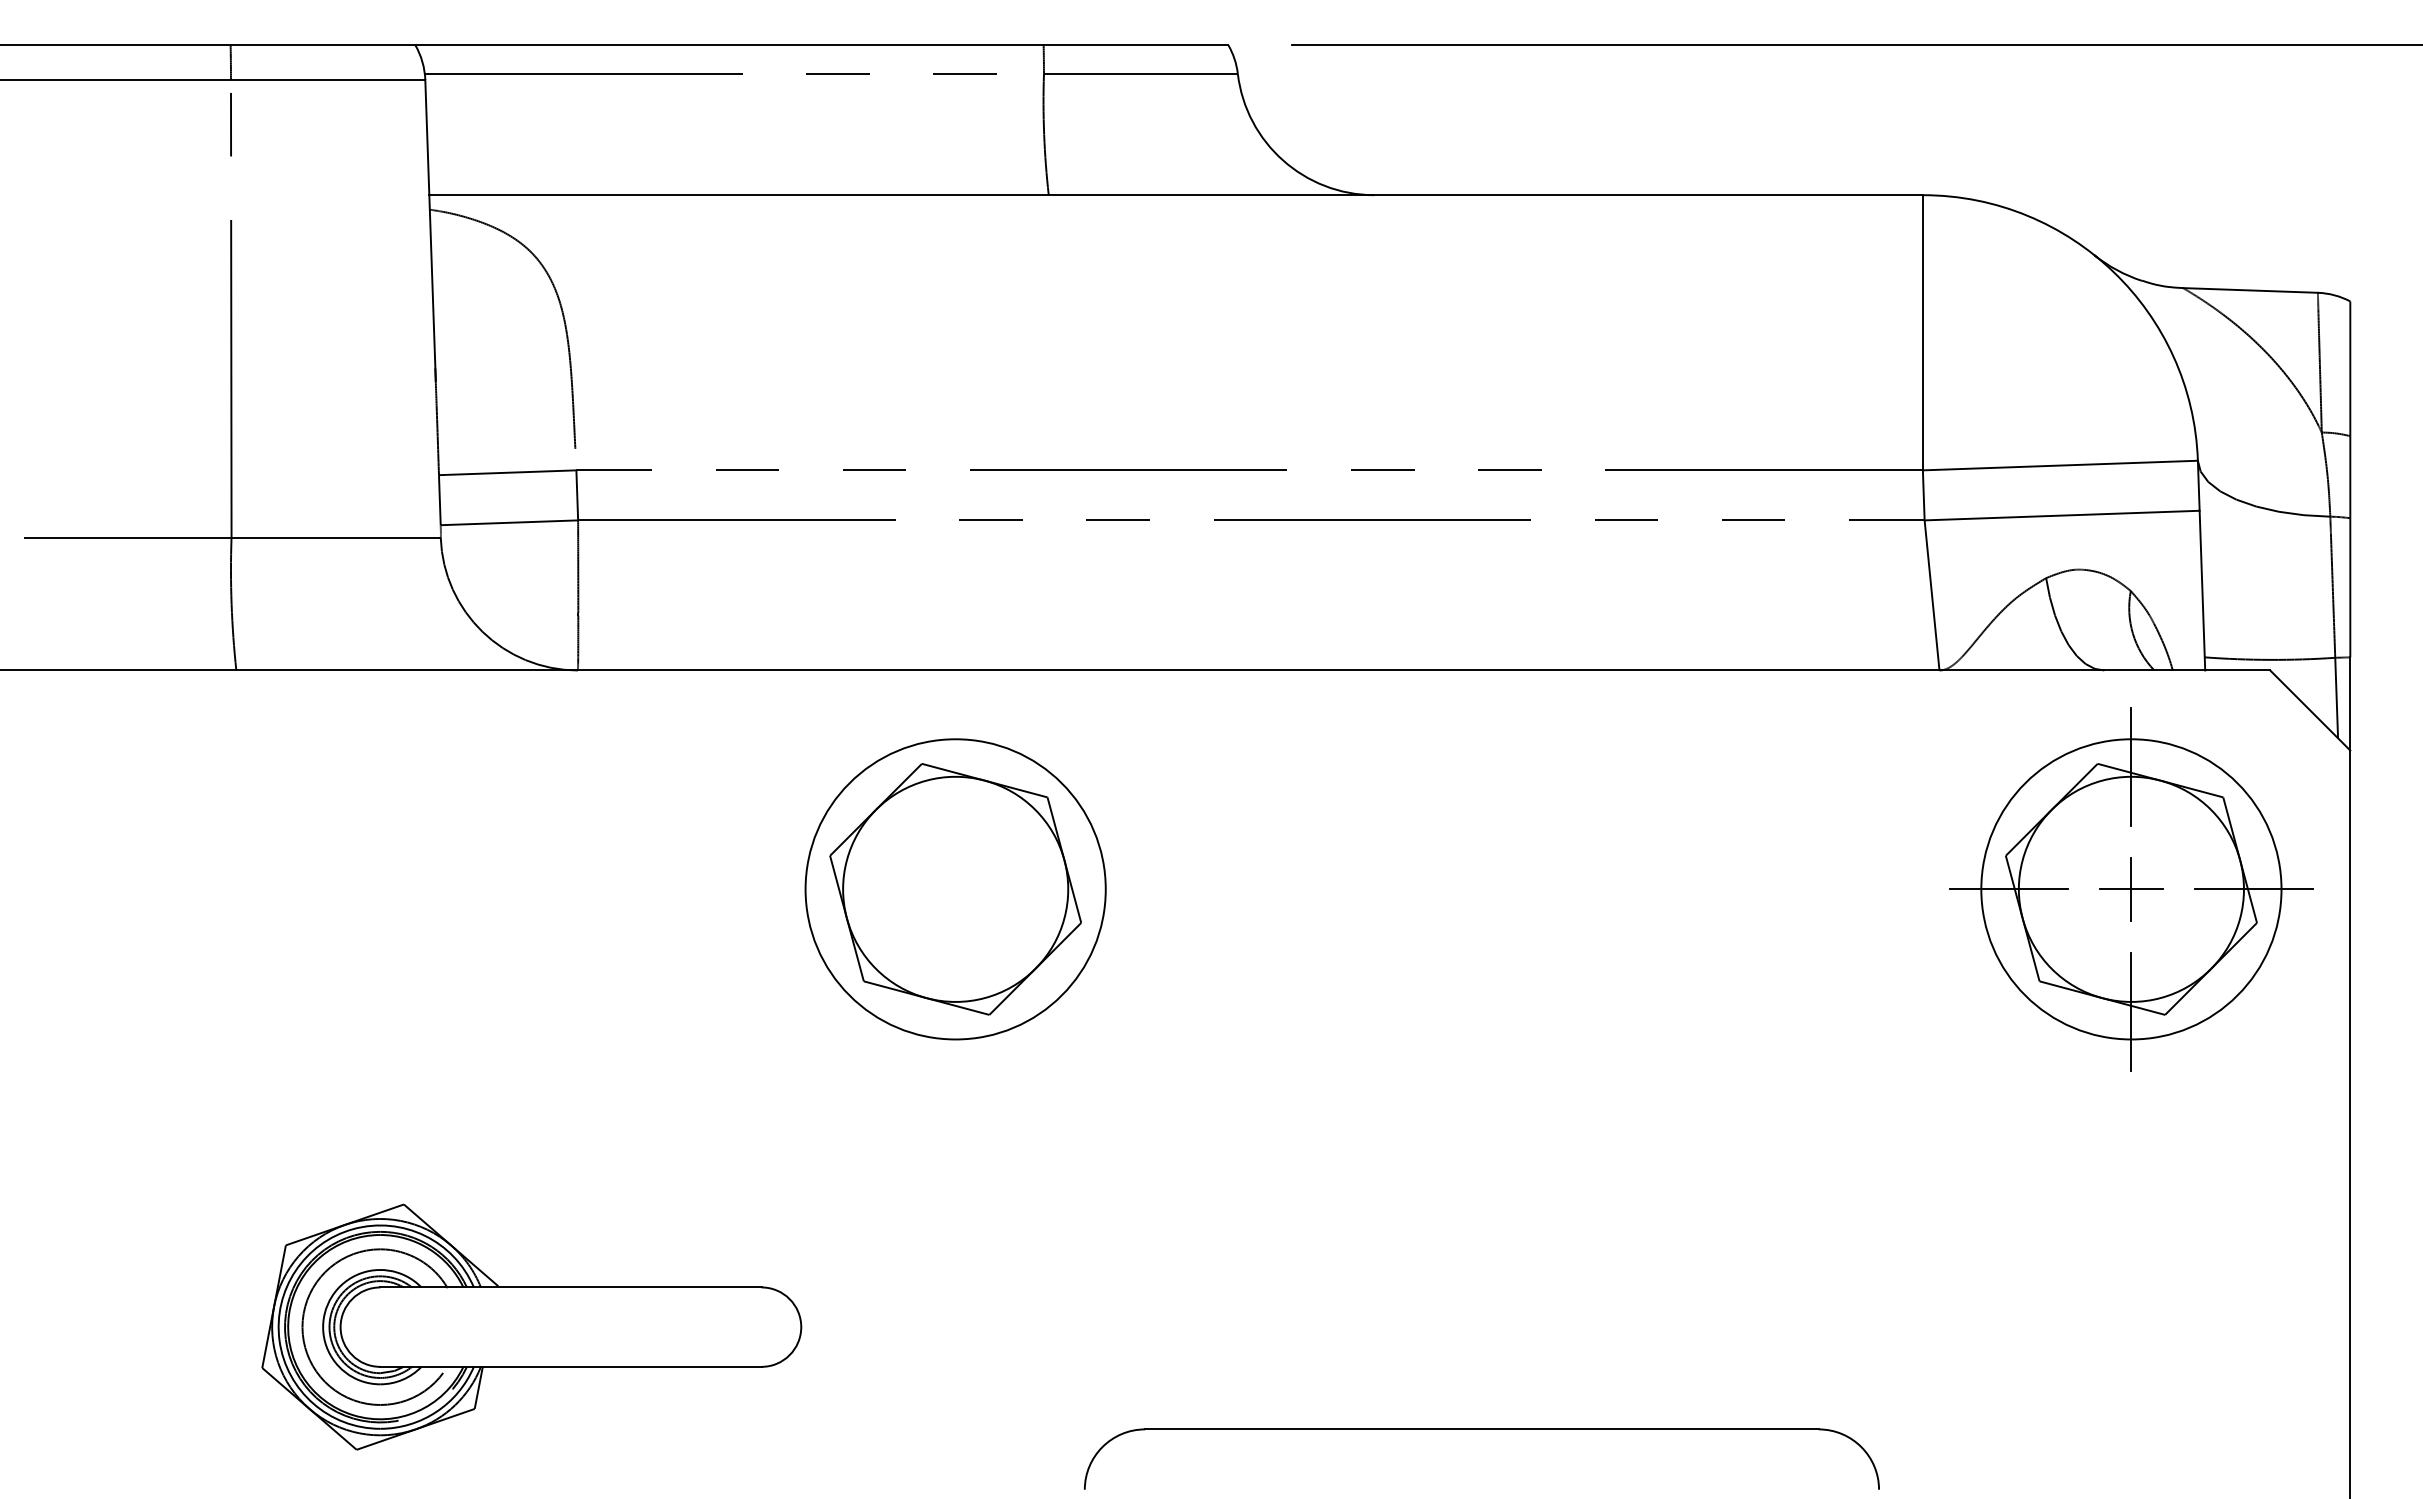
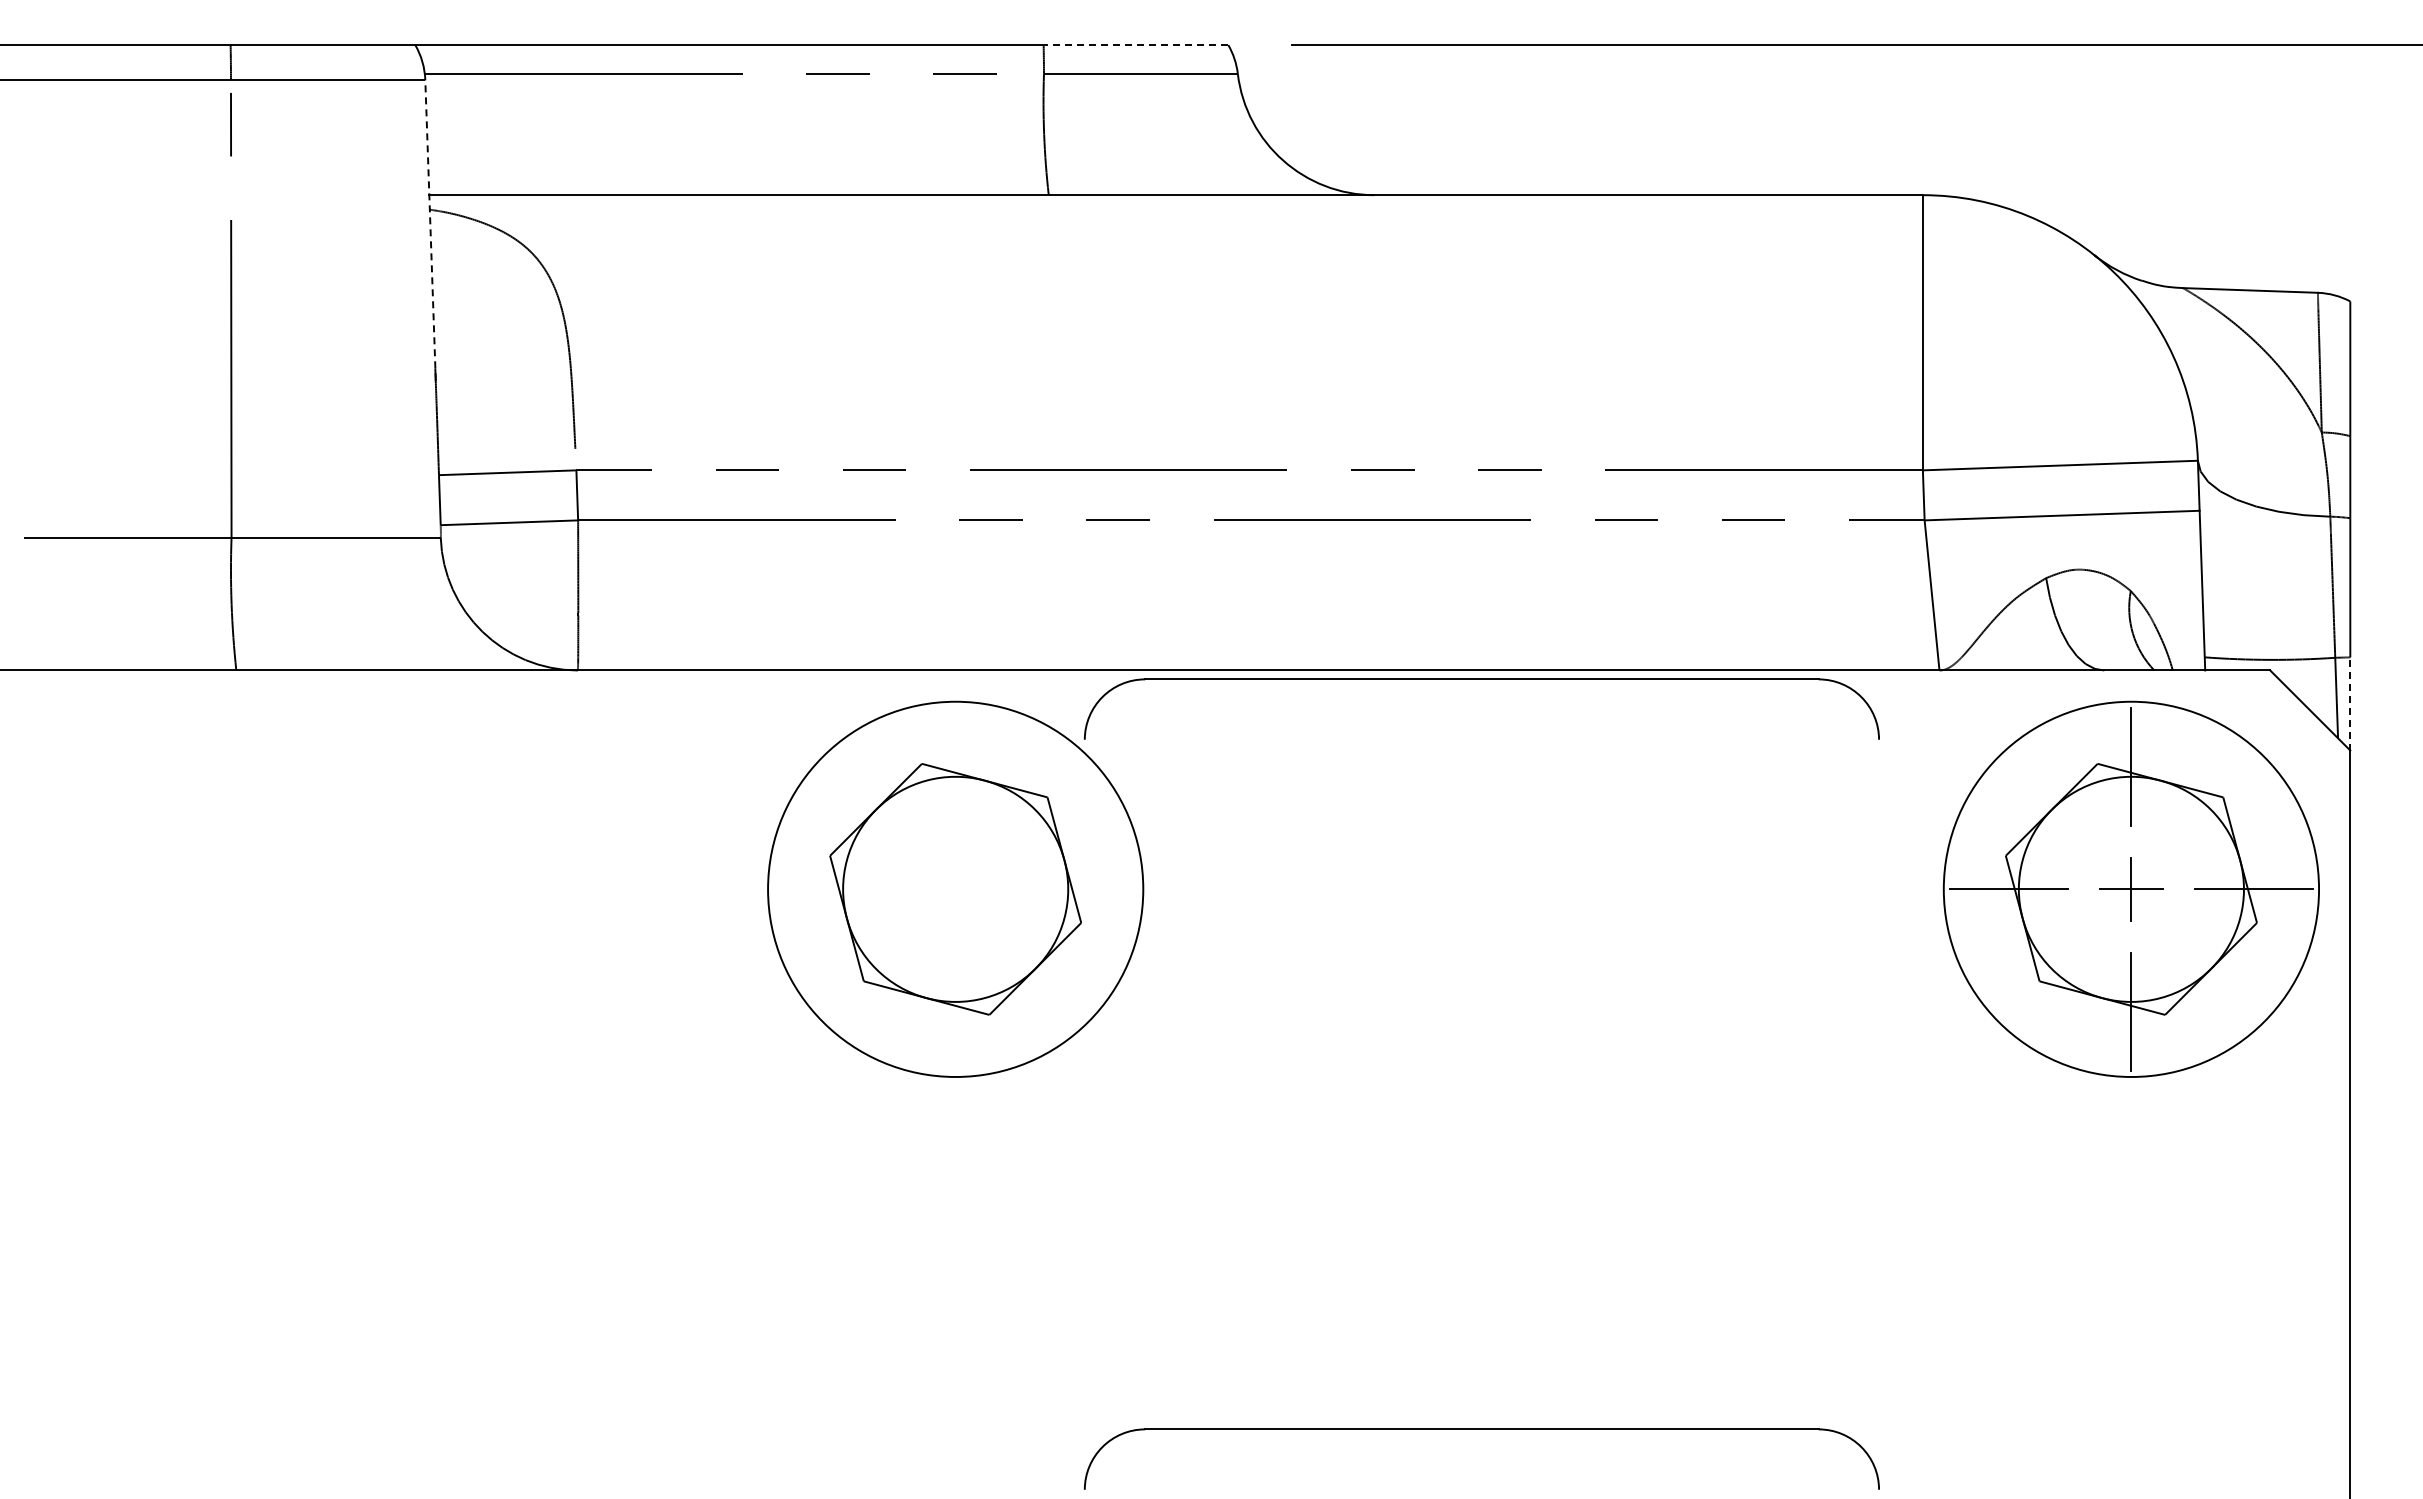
line at (1135, 45): solid -> dashed
line at (430, 229): solid -> dashed
part at (1481, 679): none -> present
line at (2350, 703): solid -> dashed
circle at (955, 889) diameter: 300 px -> 375 px
circle at (2131, 889) diameter: 300 px -> 375 px
part at (531, 1326): present -> none
